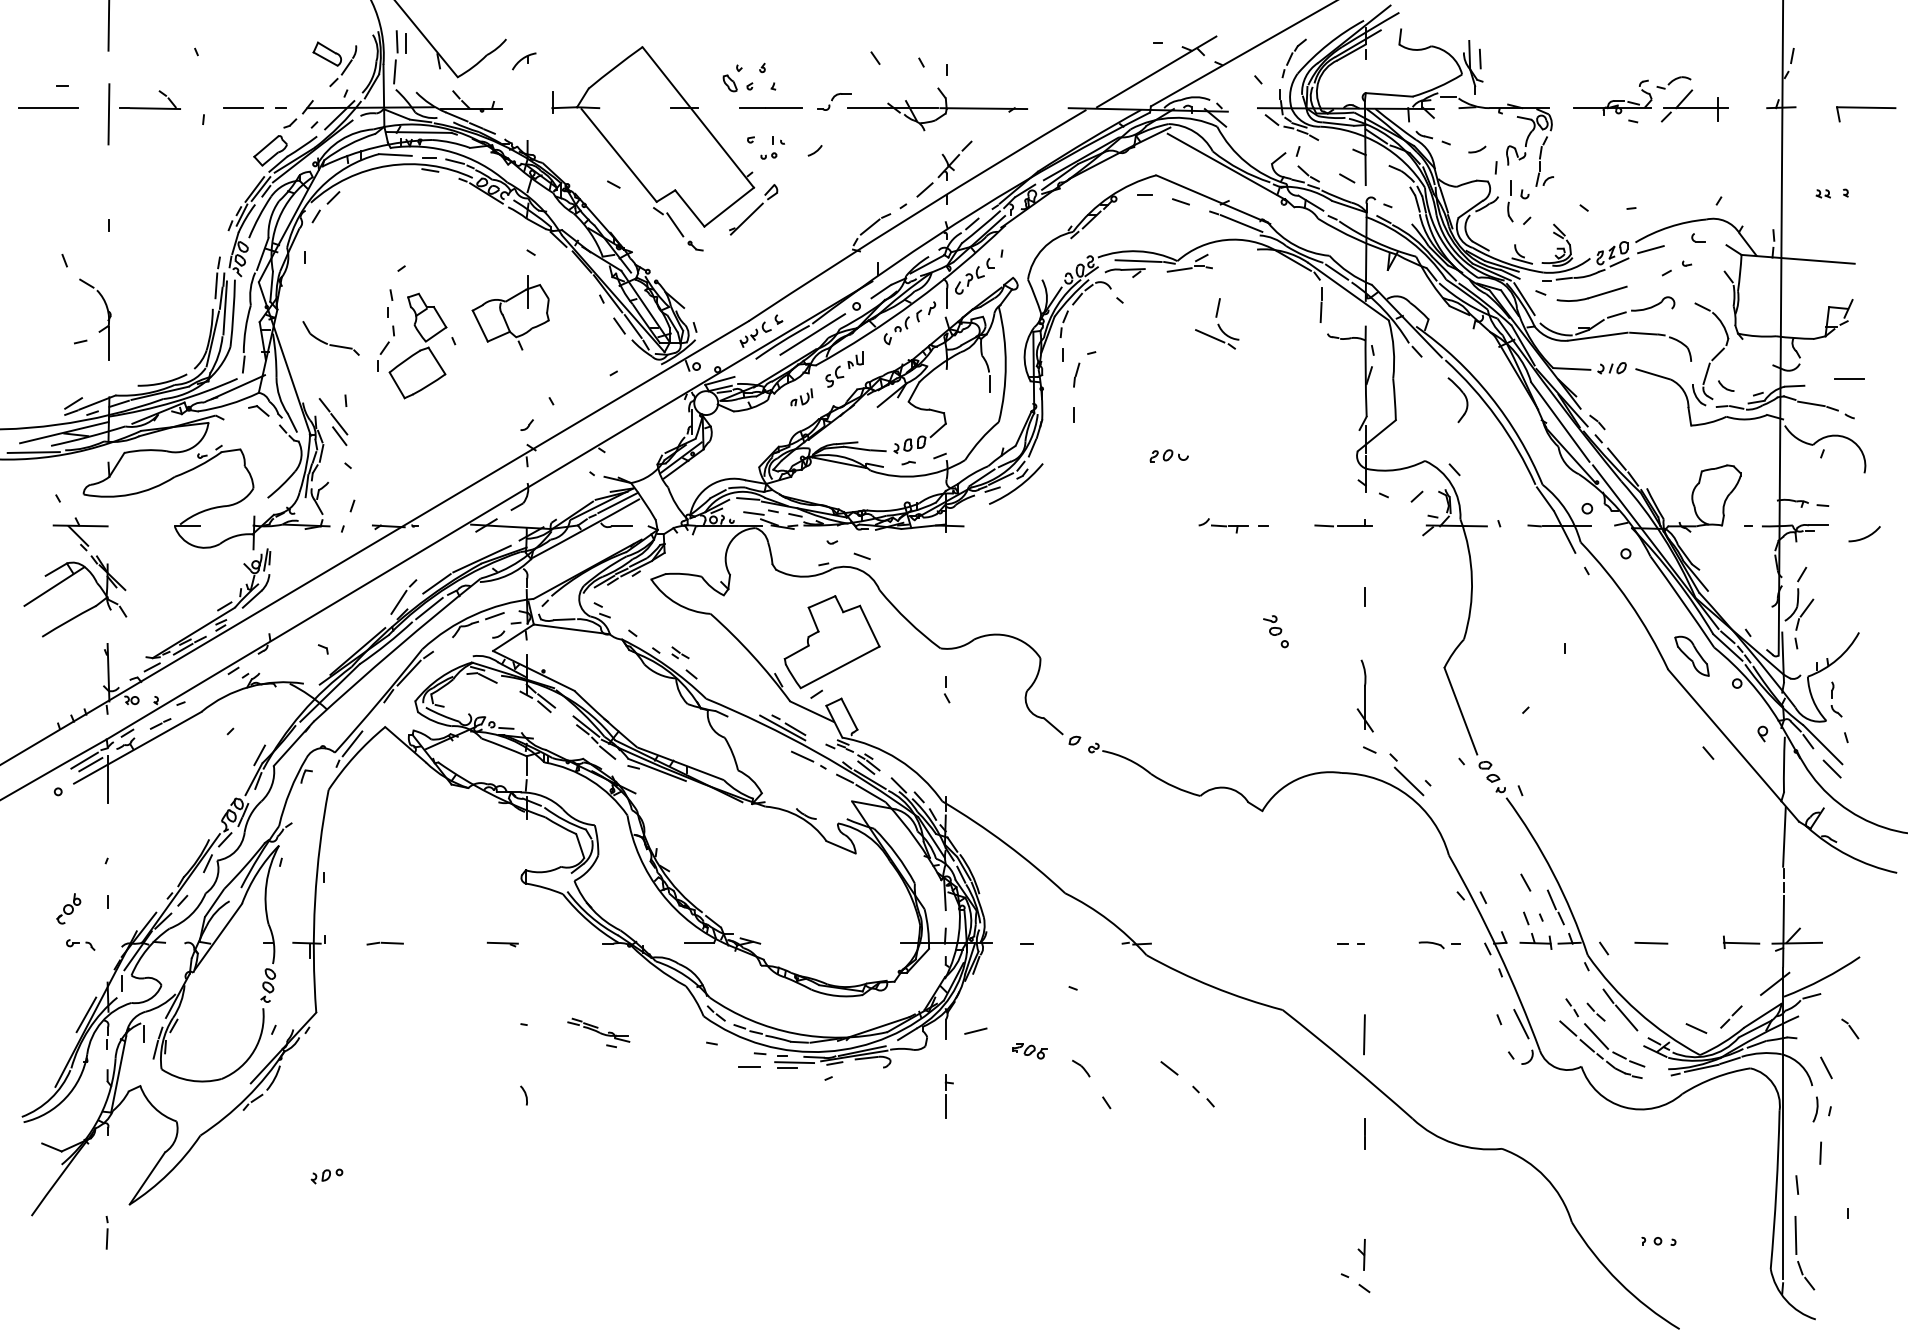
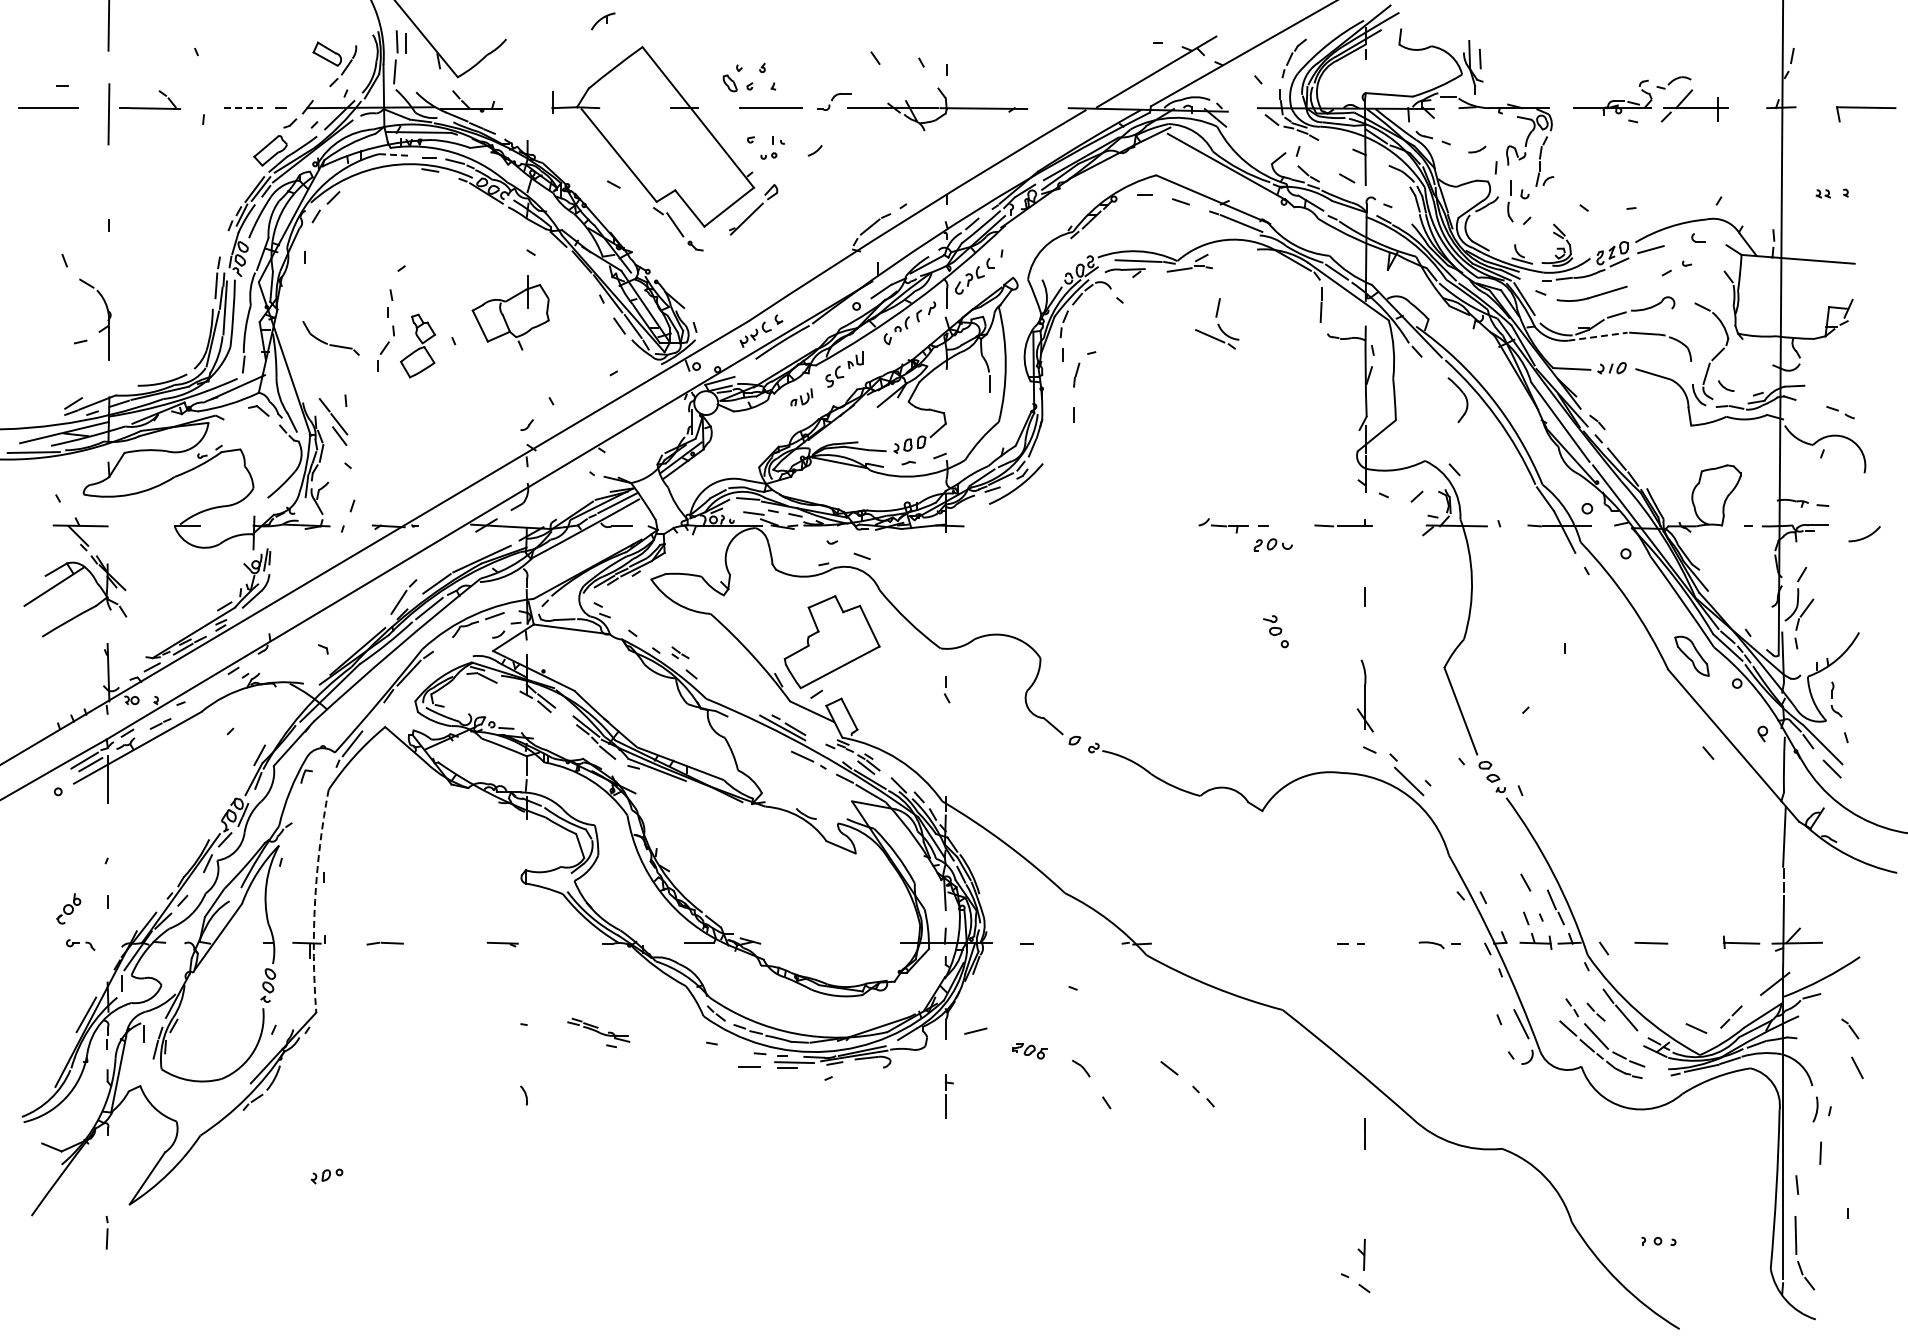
part at (524, 61) position: (524, 61) -> (603, 21)
line at (244, 108): solid -> dashed
line at (395, 155): solid -> dashed
part at (944, 168): present -> none
line at (812, 334): present -> none
line at (1597, 336): solid -> dashed
part at (417, 345) size: 60x108 px -> 37x66 px
line at (1849, 378): present -> none
line at (1811, 403): present -> none
part at (1168, 455) position: (1168, 455) -> (1272, 544)
arc at (315, 900): solid -> dashed
line at (1364, 1034): present -> none
line at (1826, 1067) position: (1826, 1067) -> (1857, 1067)
